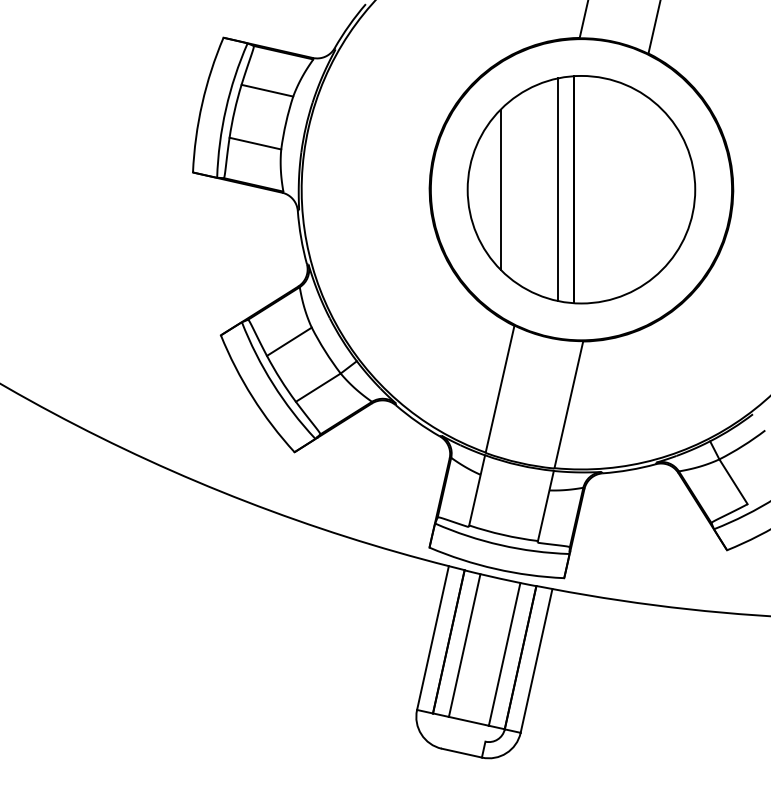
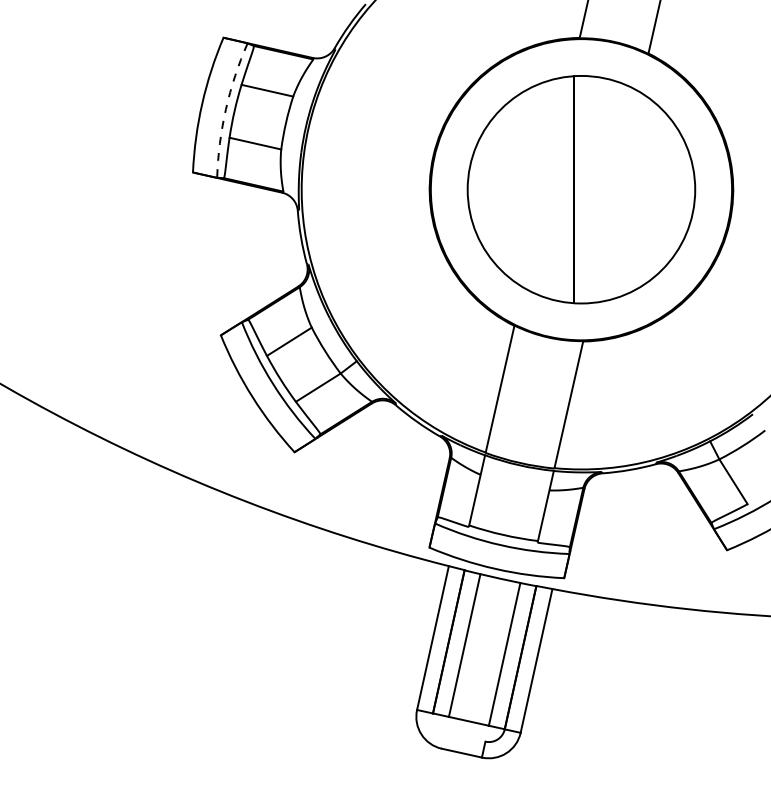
arc at (226, 109): solid -> dashed
line at (500, 189): present -> none
line at (557, 189): present -> none
